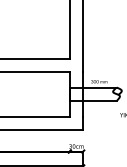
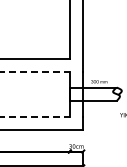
line at (35, 71): solid -> dashed
line at (35, 116): solid -> dashed
